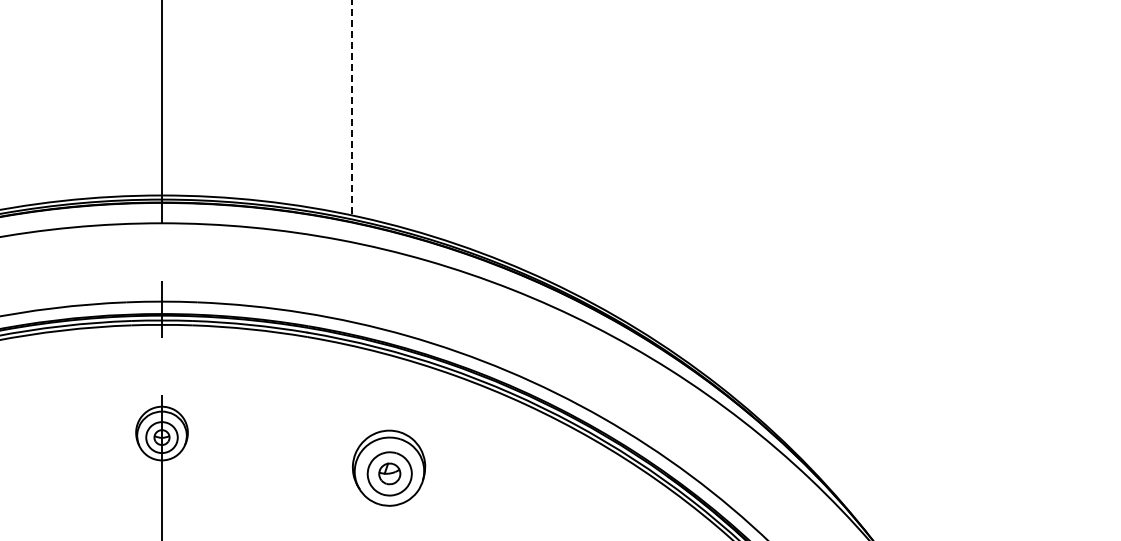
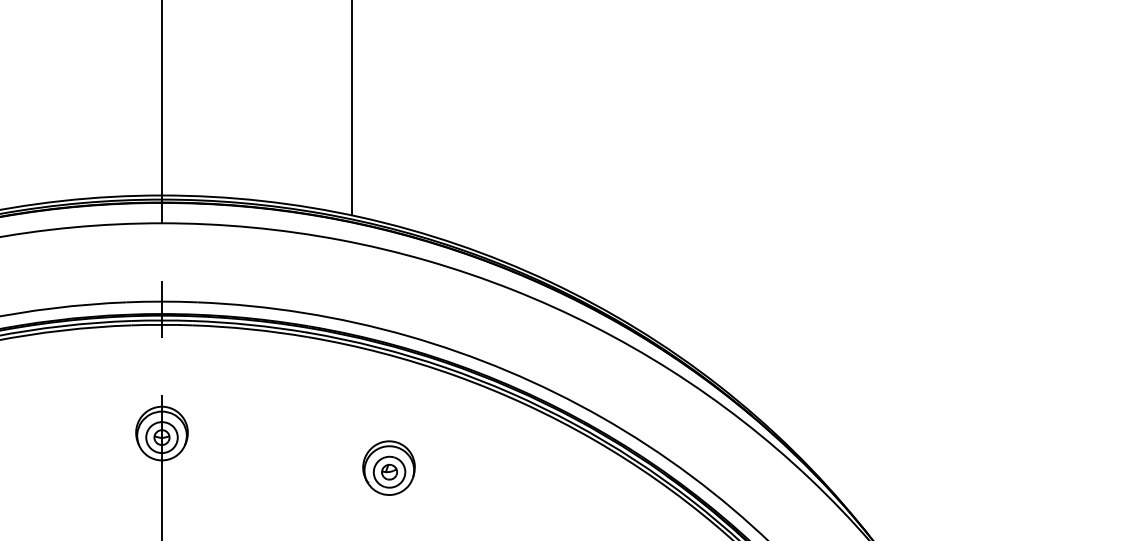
line at (352, 108): dashed -> solid
part at (389, 467) size: 75x78 px -> 54x56 px
